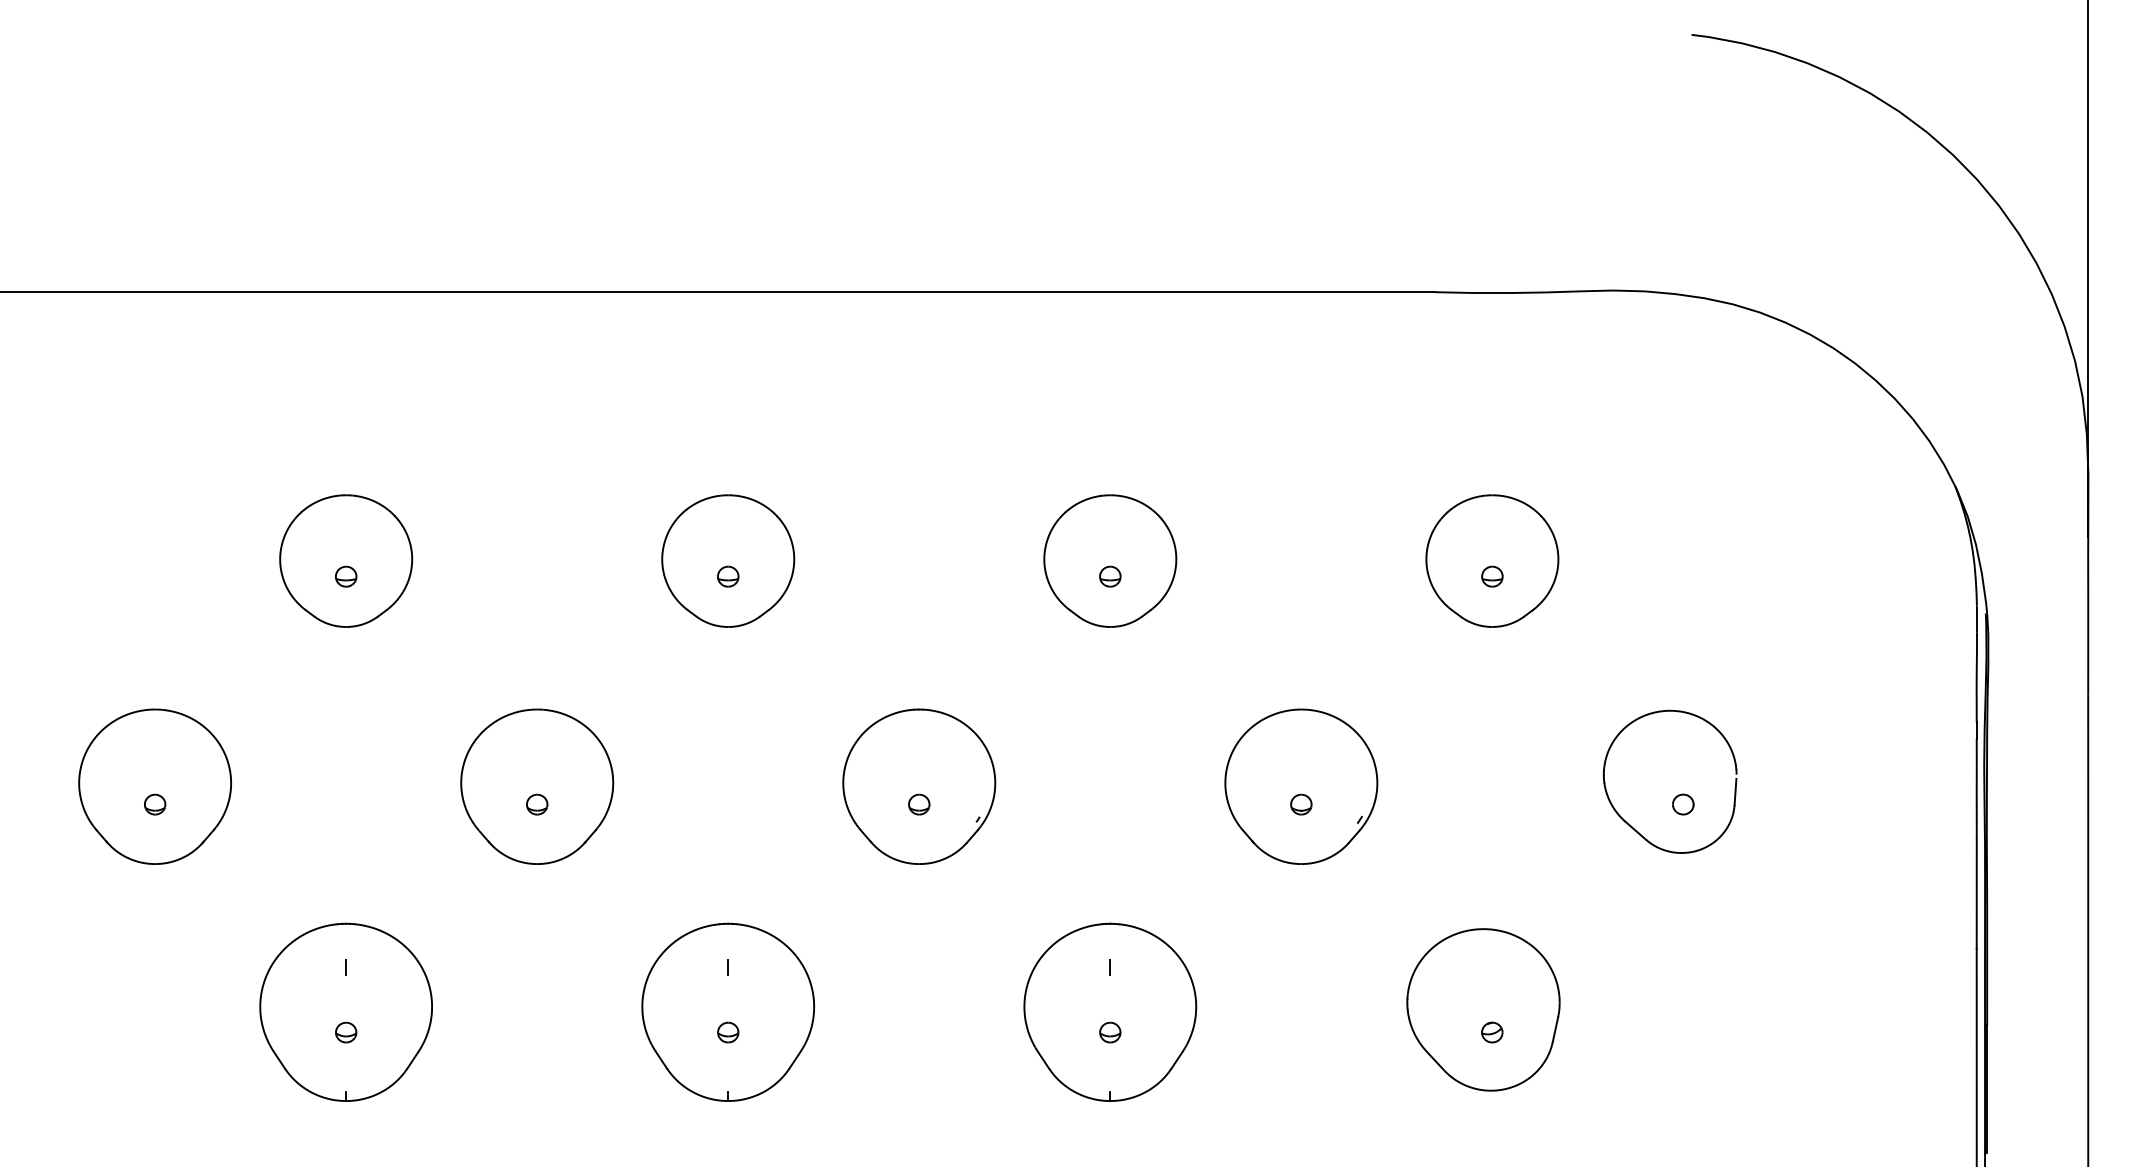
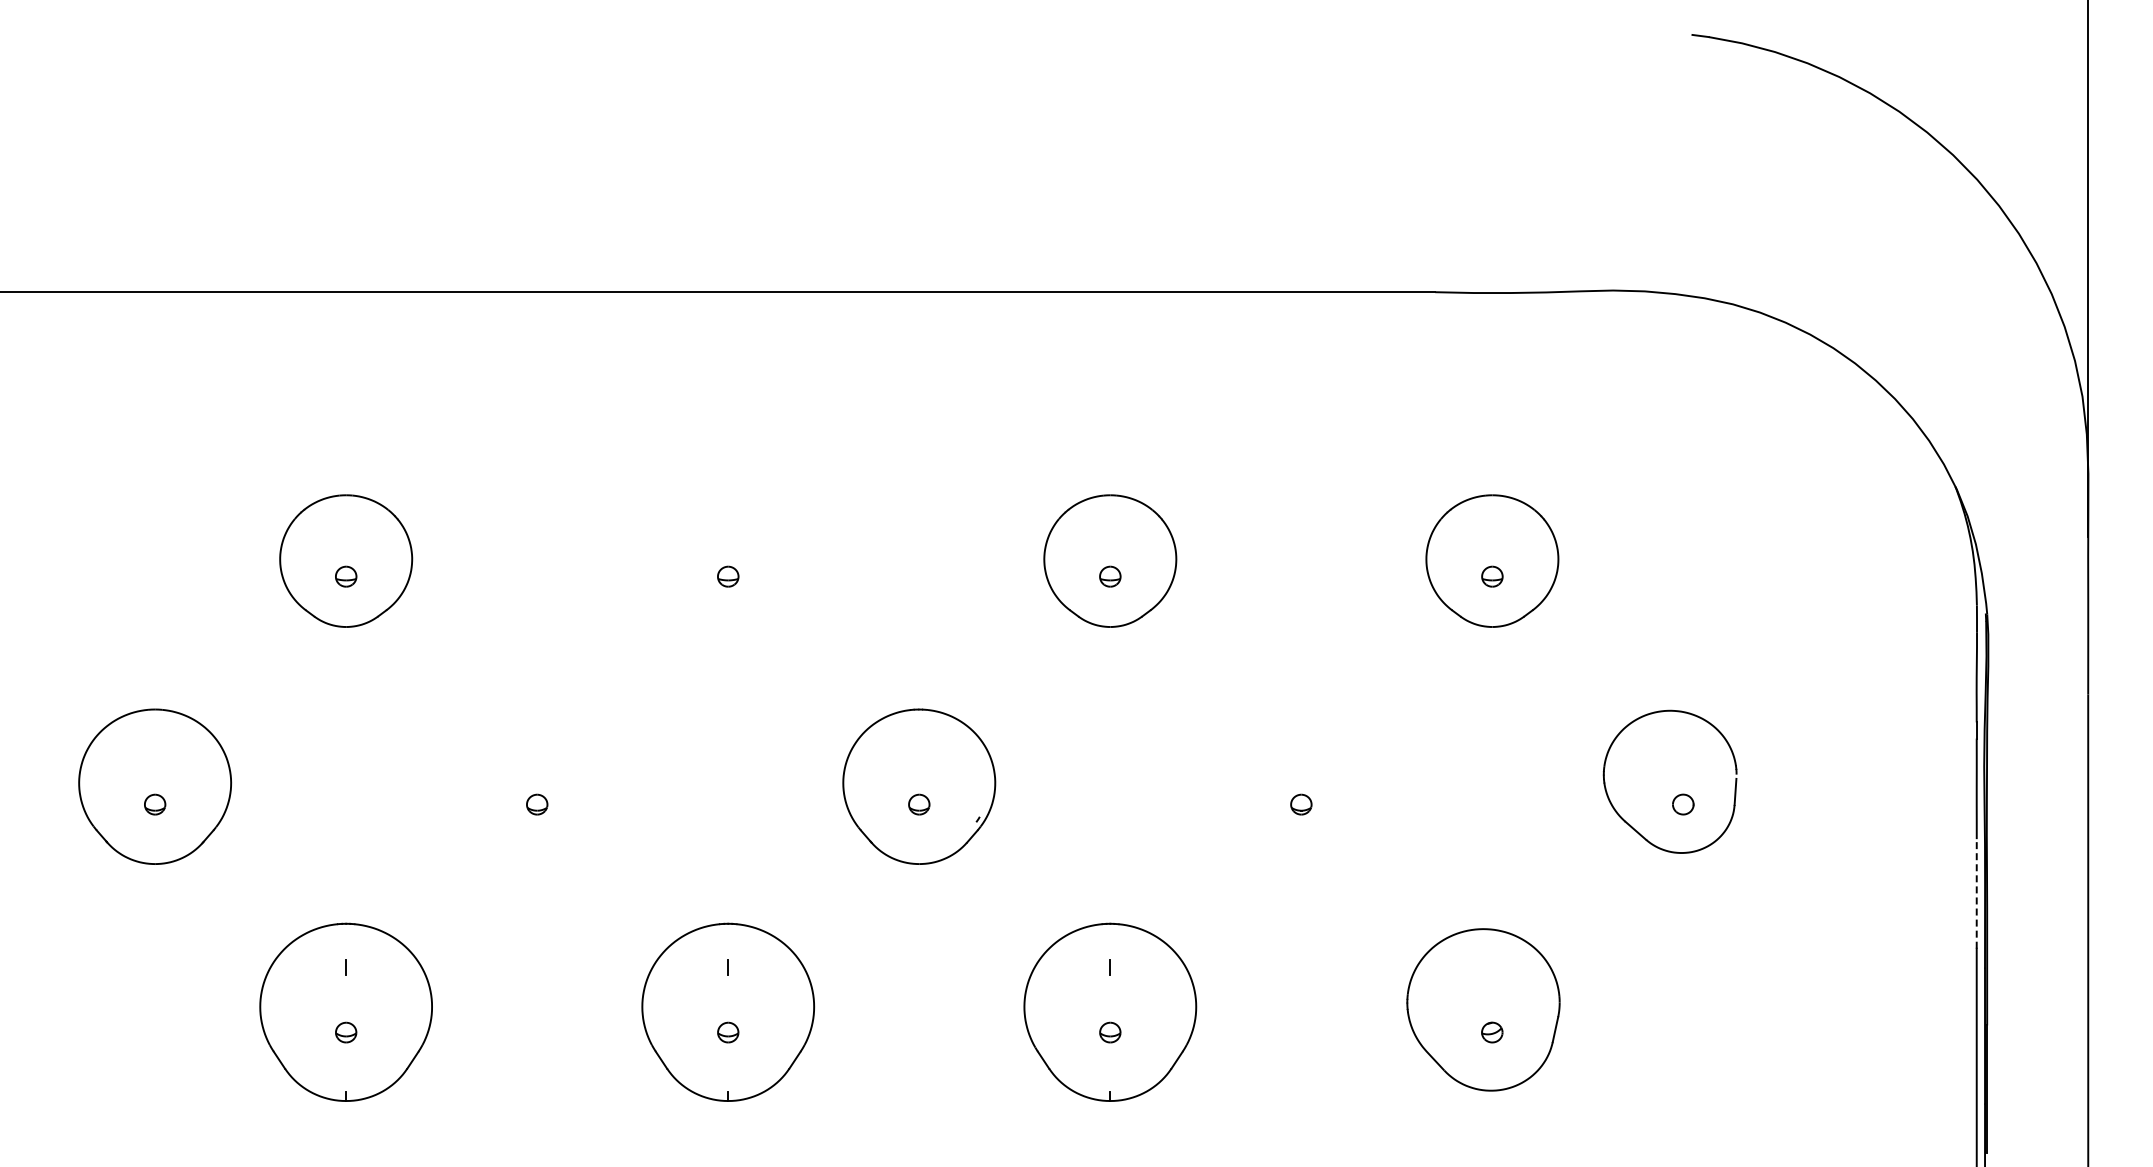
part at (728, 560): present -> none
part at (537, 786): present -> none
part at (1301, 786): present -> none
line at (1976, 893): solid -> dashed
